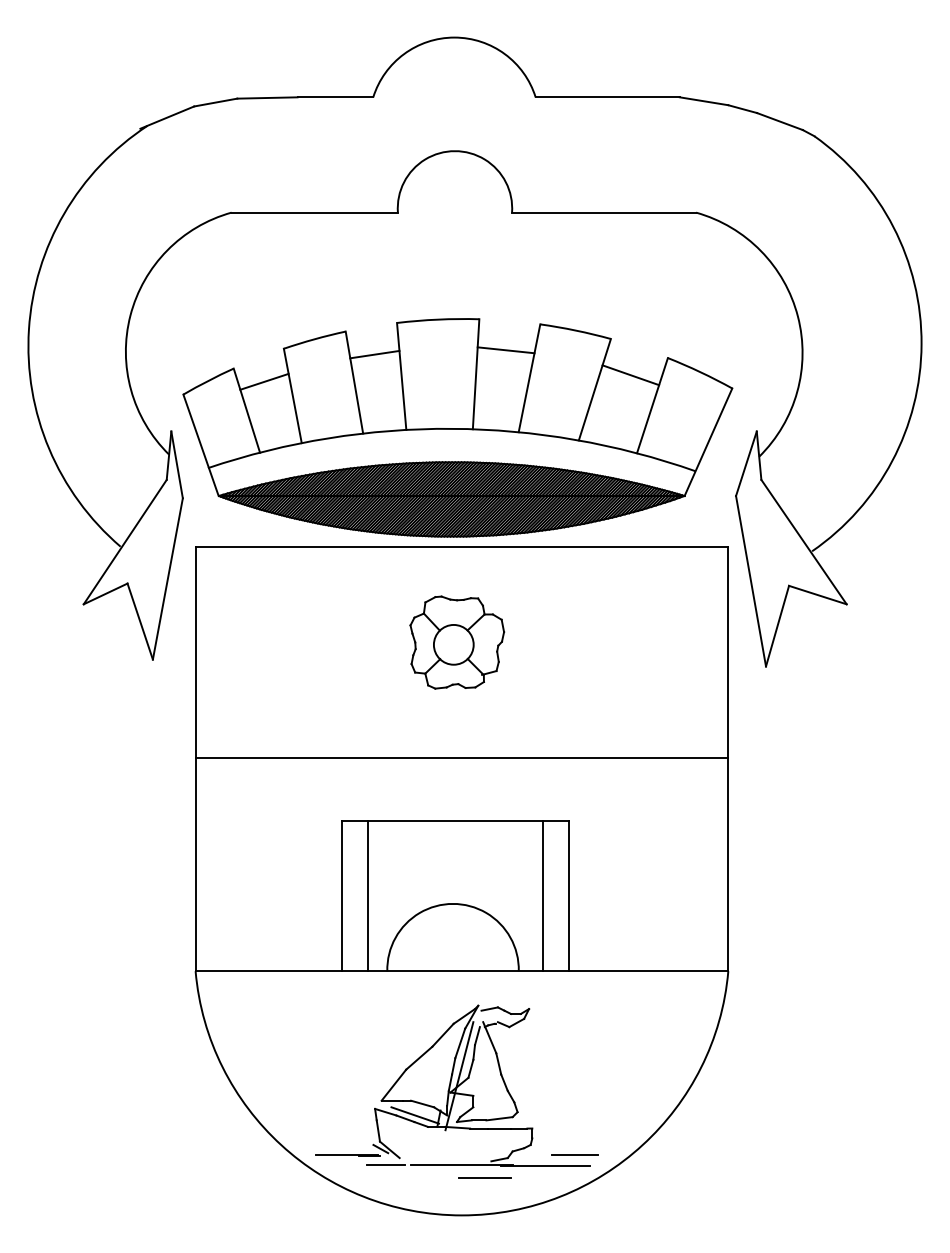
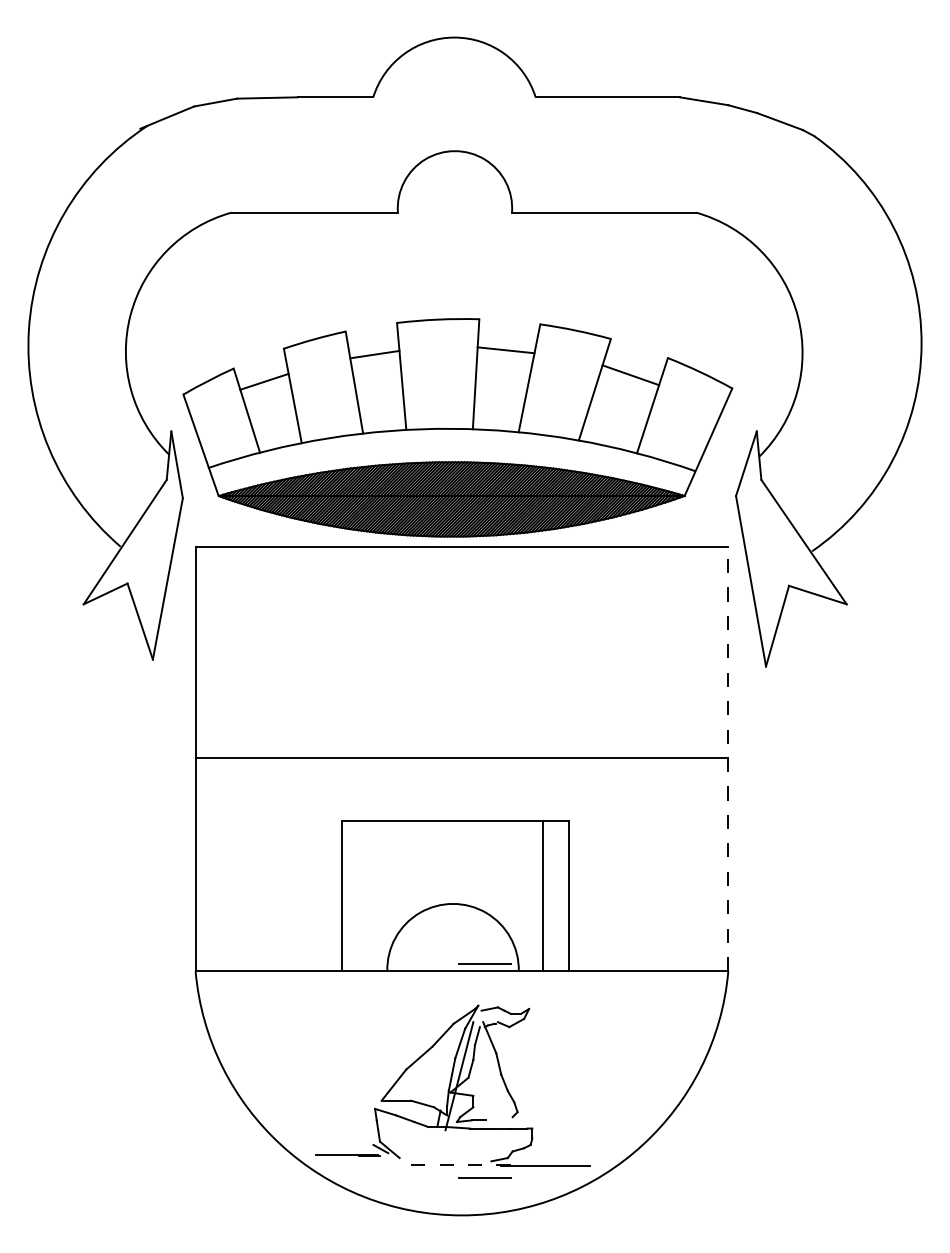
part at (457, 642): present -> none
line at (728, 758): solid -> dashed
line at (367, 896): present -> none
line at (484, 963): none -> present
line at (414, 1115): present -> none
line at (499, 1118): present -> none
line at (574, 1154): present -> none
line at (385, 1164): present -> none
line at (461, 1164): solid -> dashed
